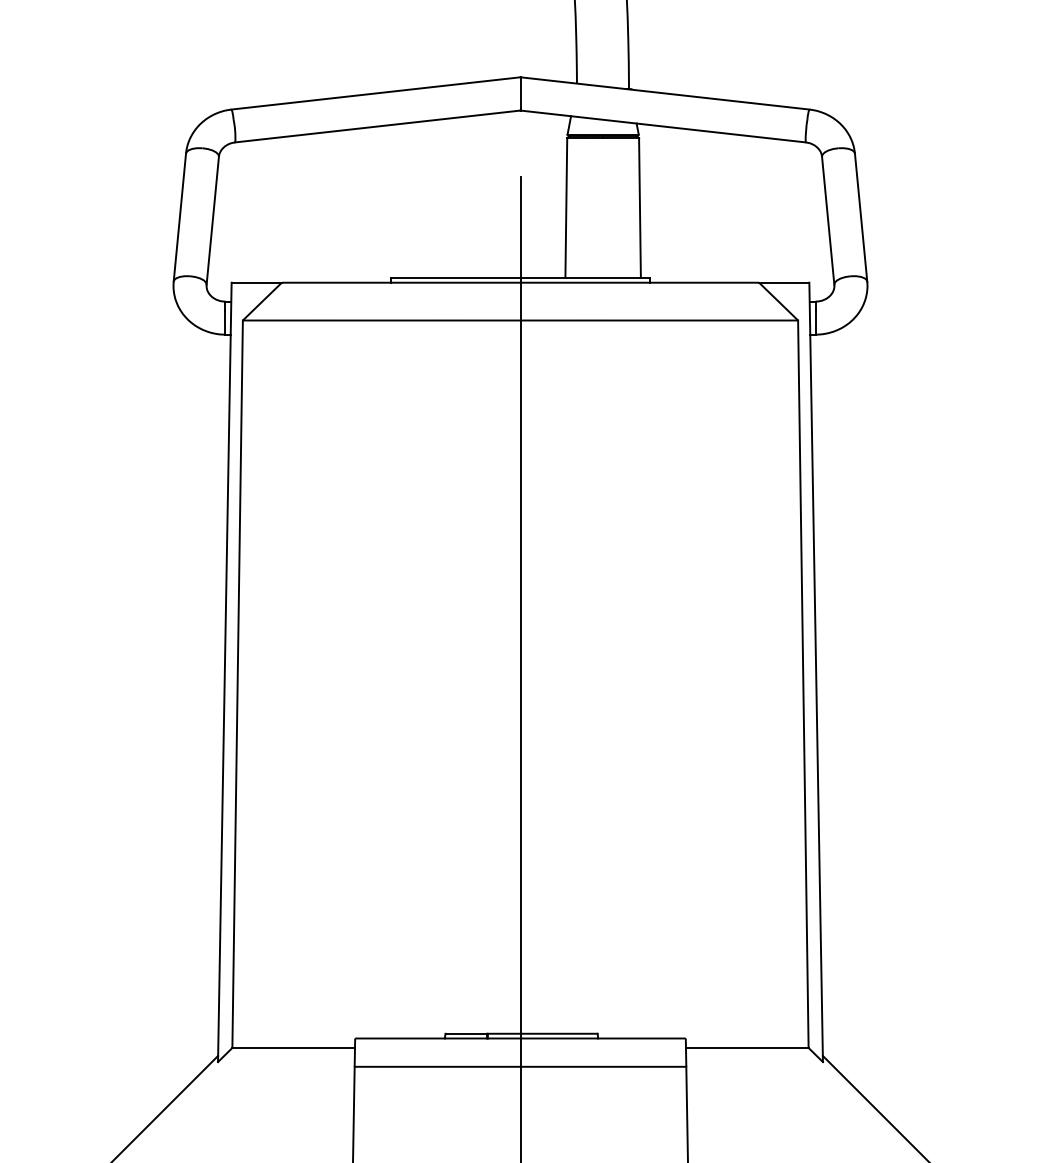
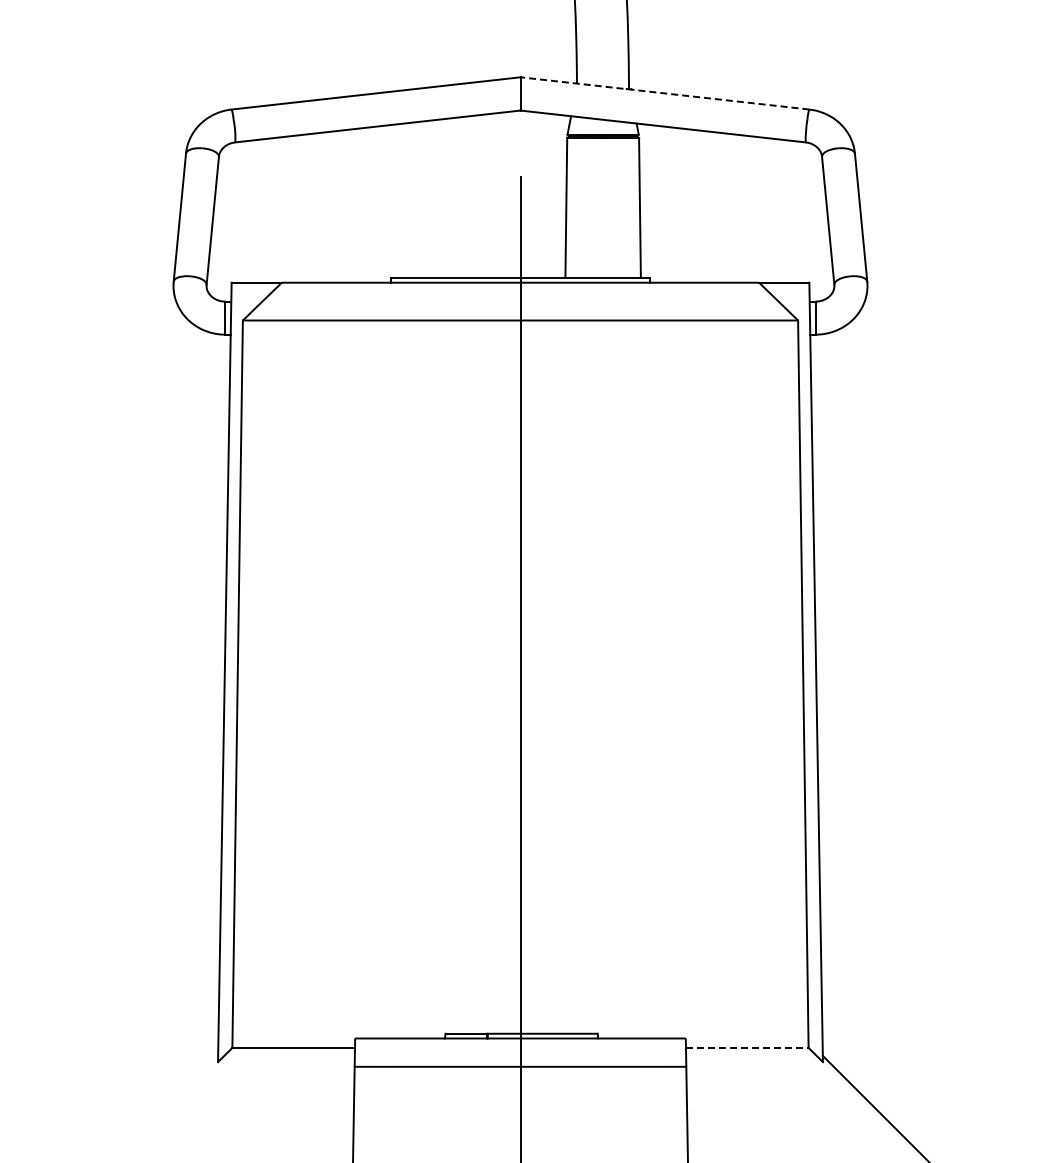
line at (664, 93): solid -> dashed
line at (747, 1047): solid -> dashed
line at (166, 1107): present -> none
